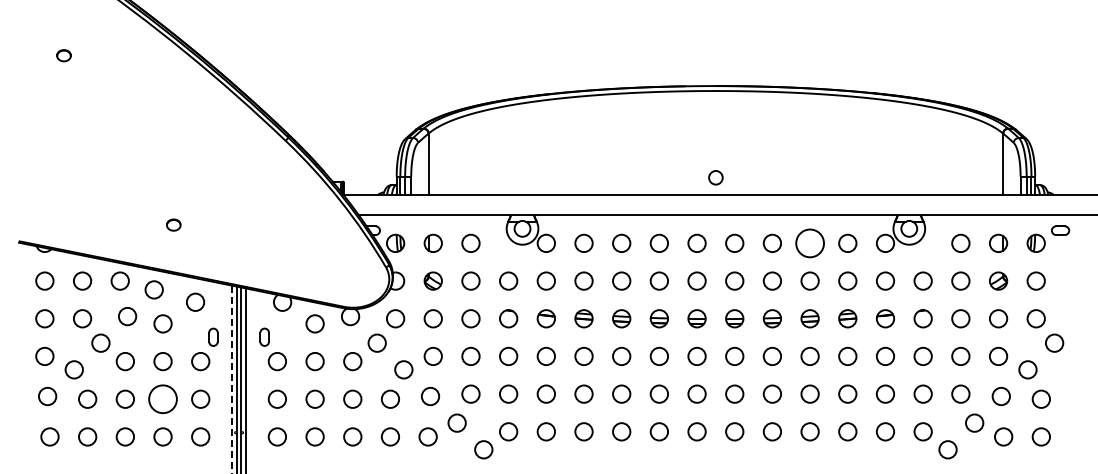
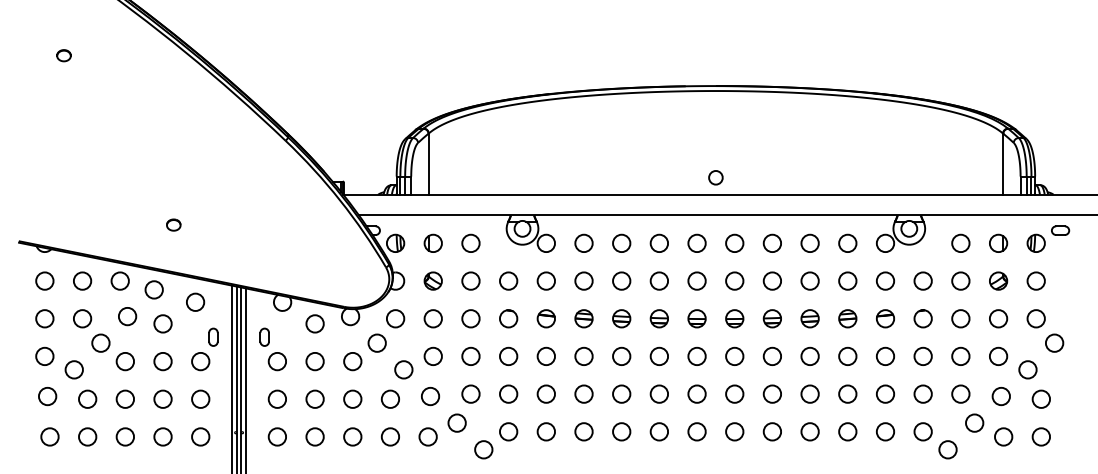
circle at (810, 243) diameter: 28 px -> 17 px
line at (232, 379): dashed -> solid
circle at (162, 399) diameter: 28 px -> 17 px
